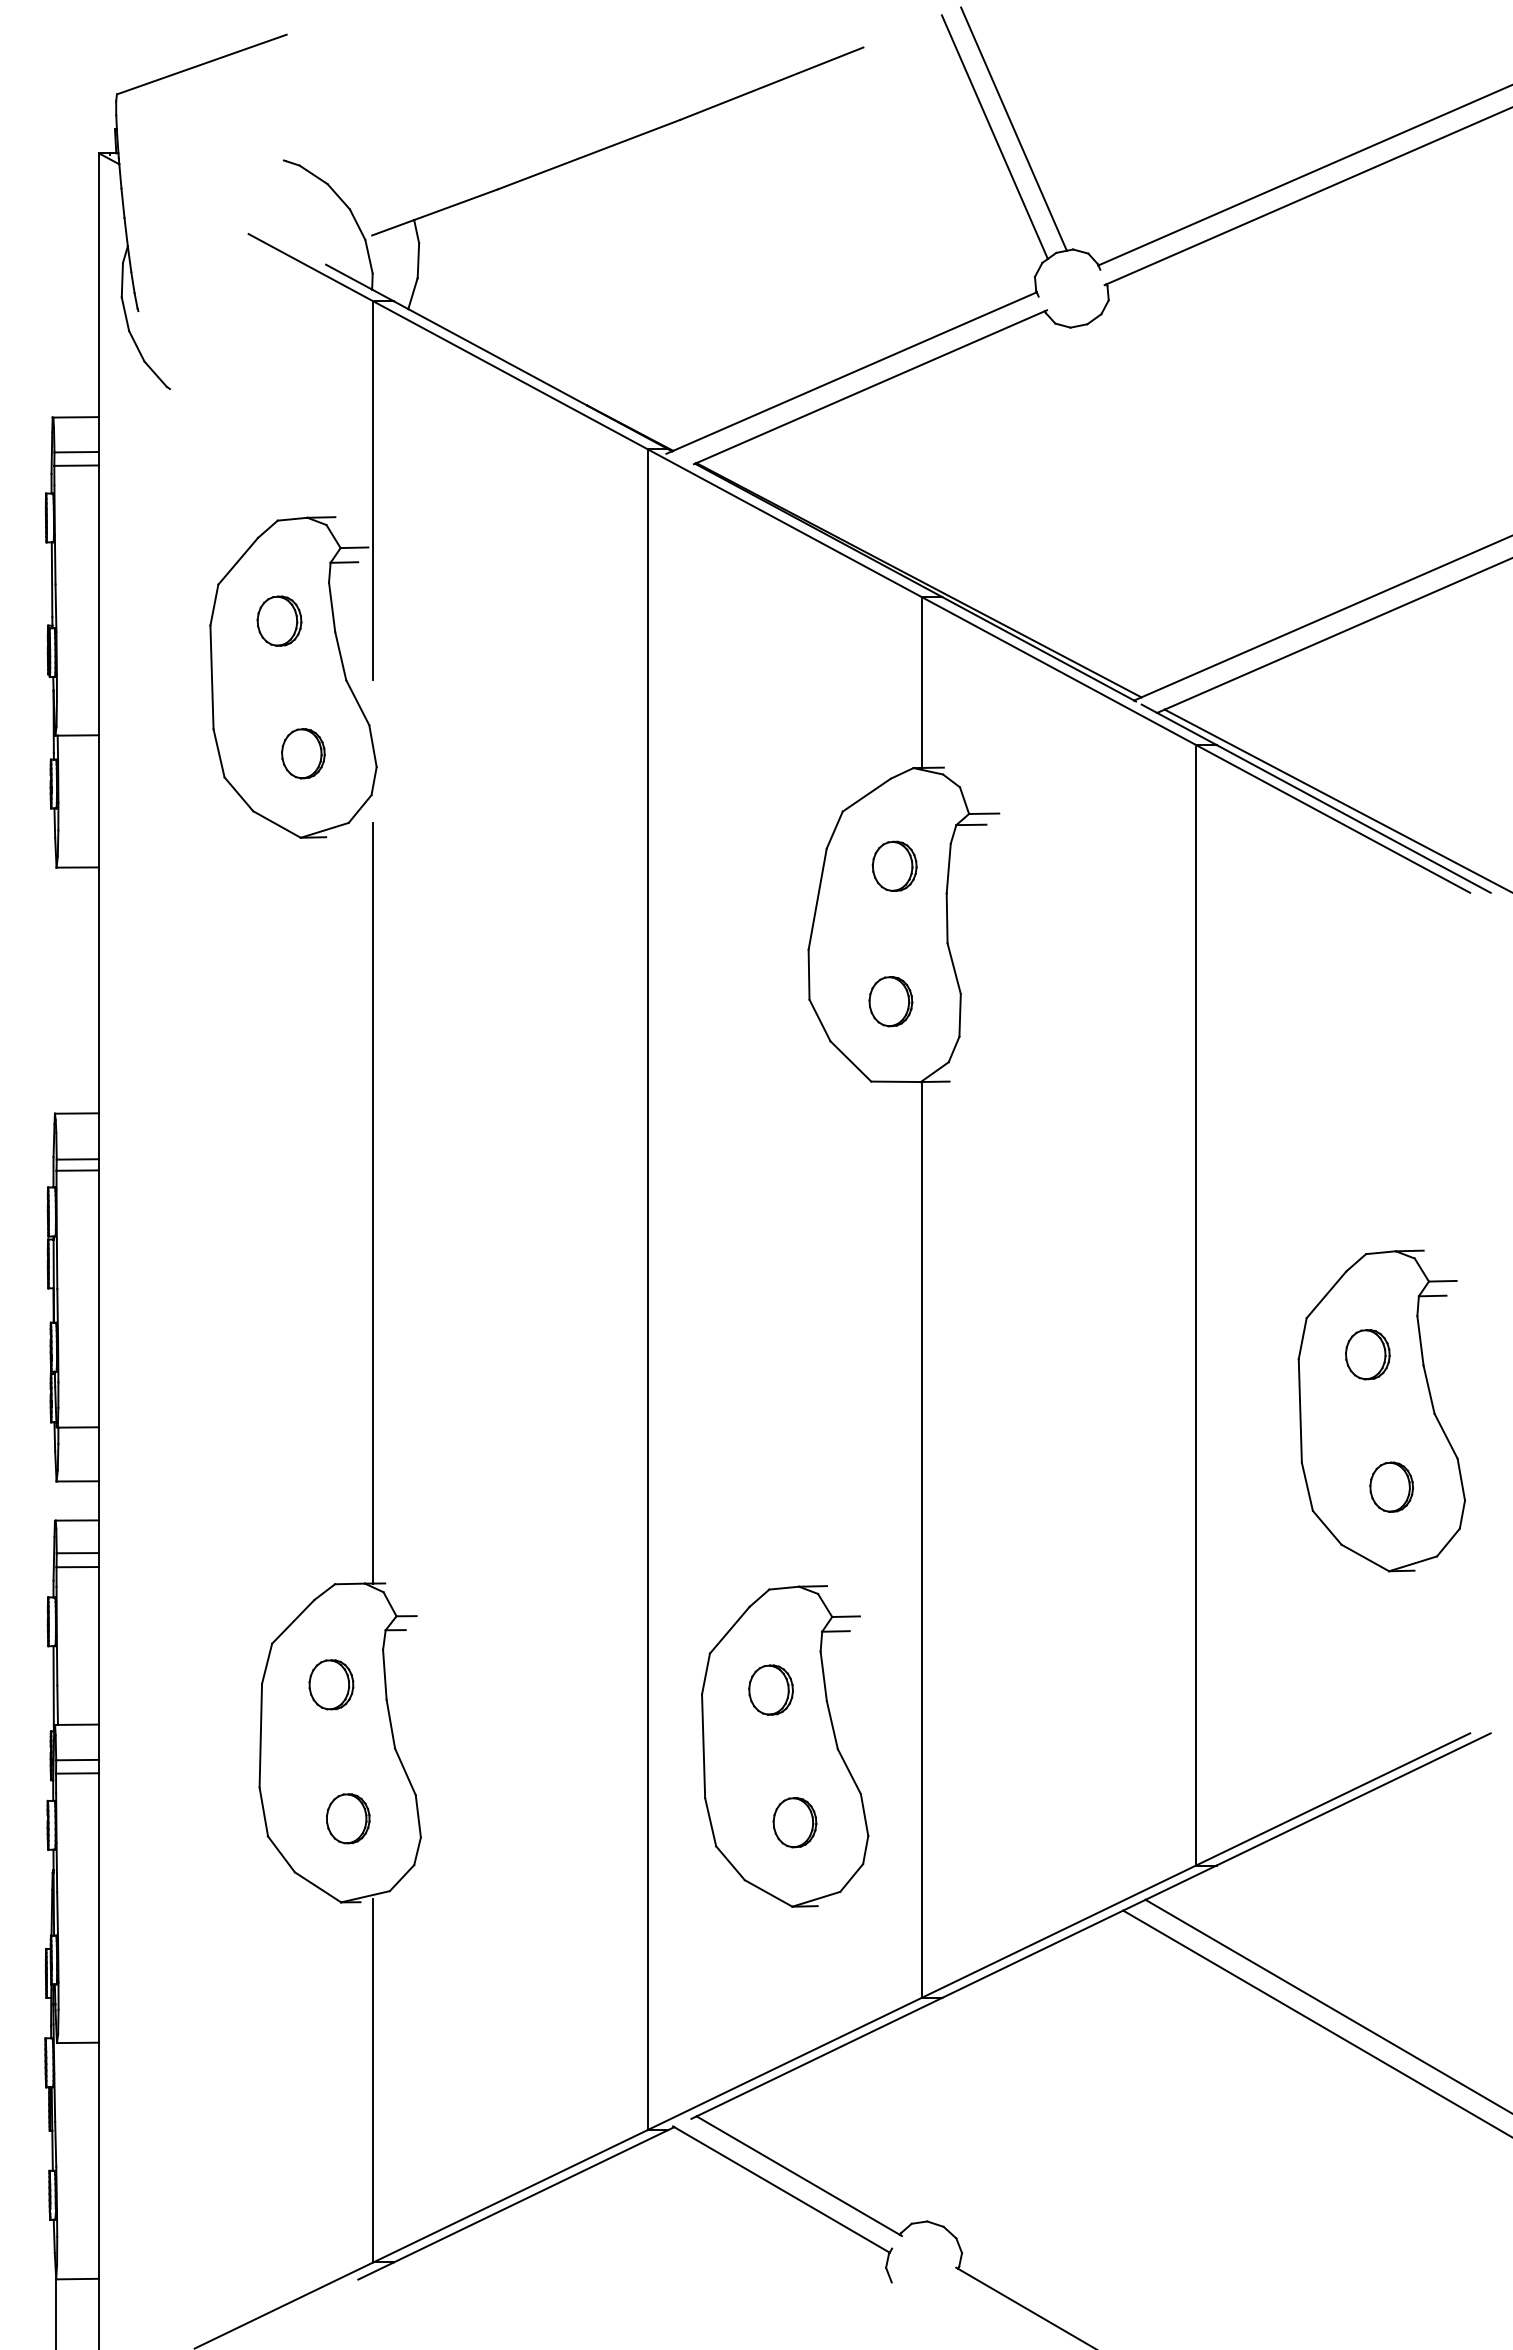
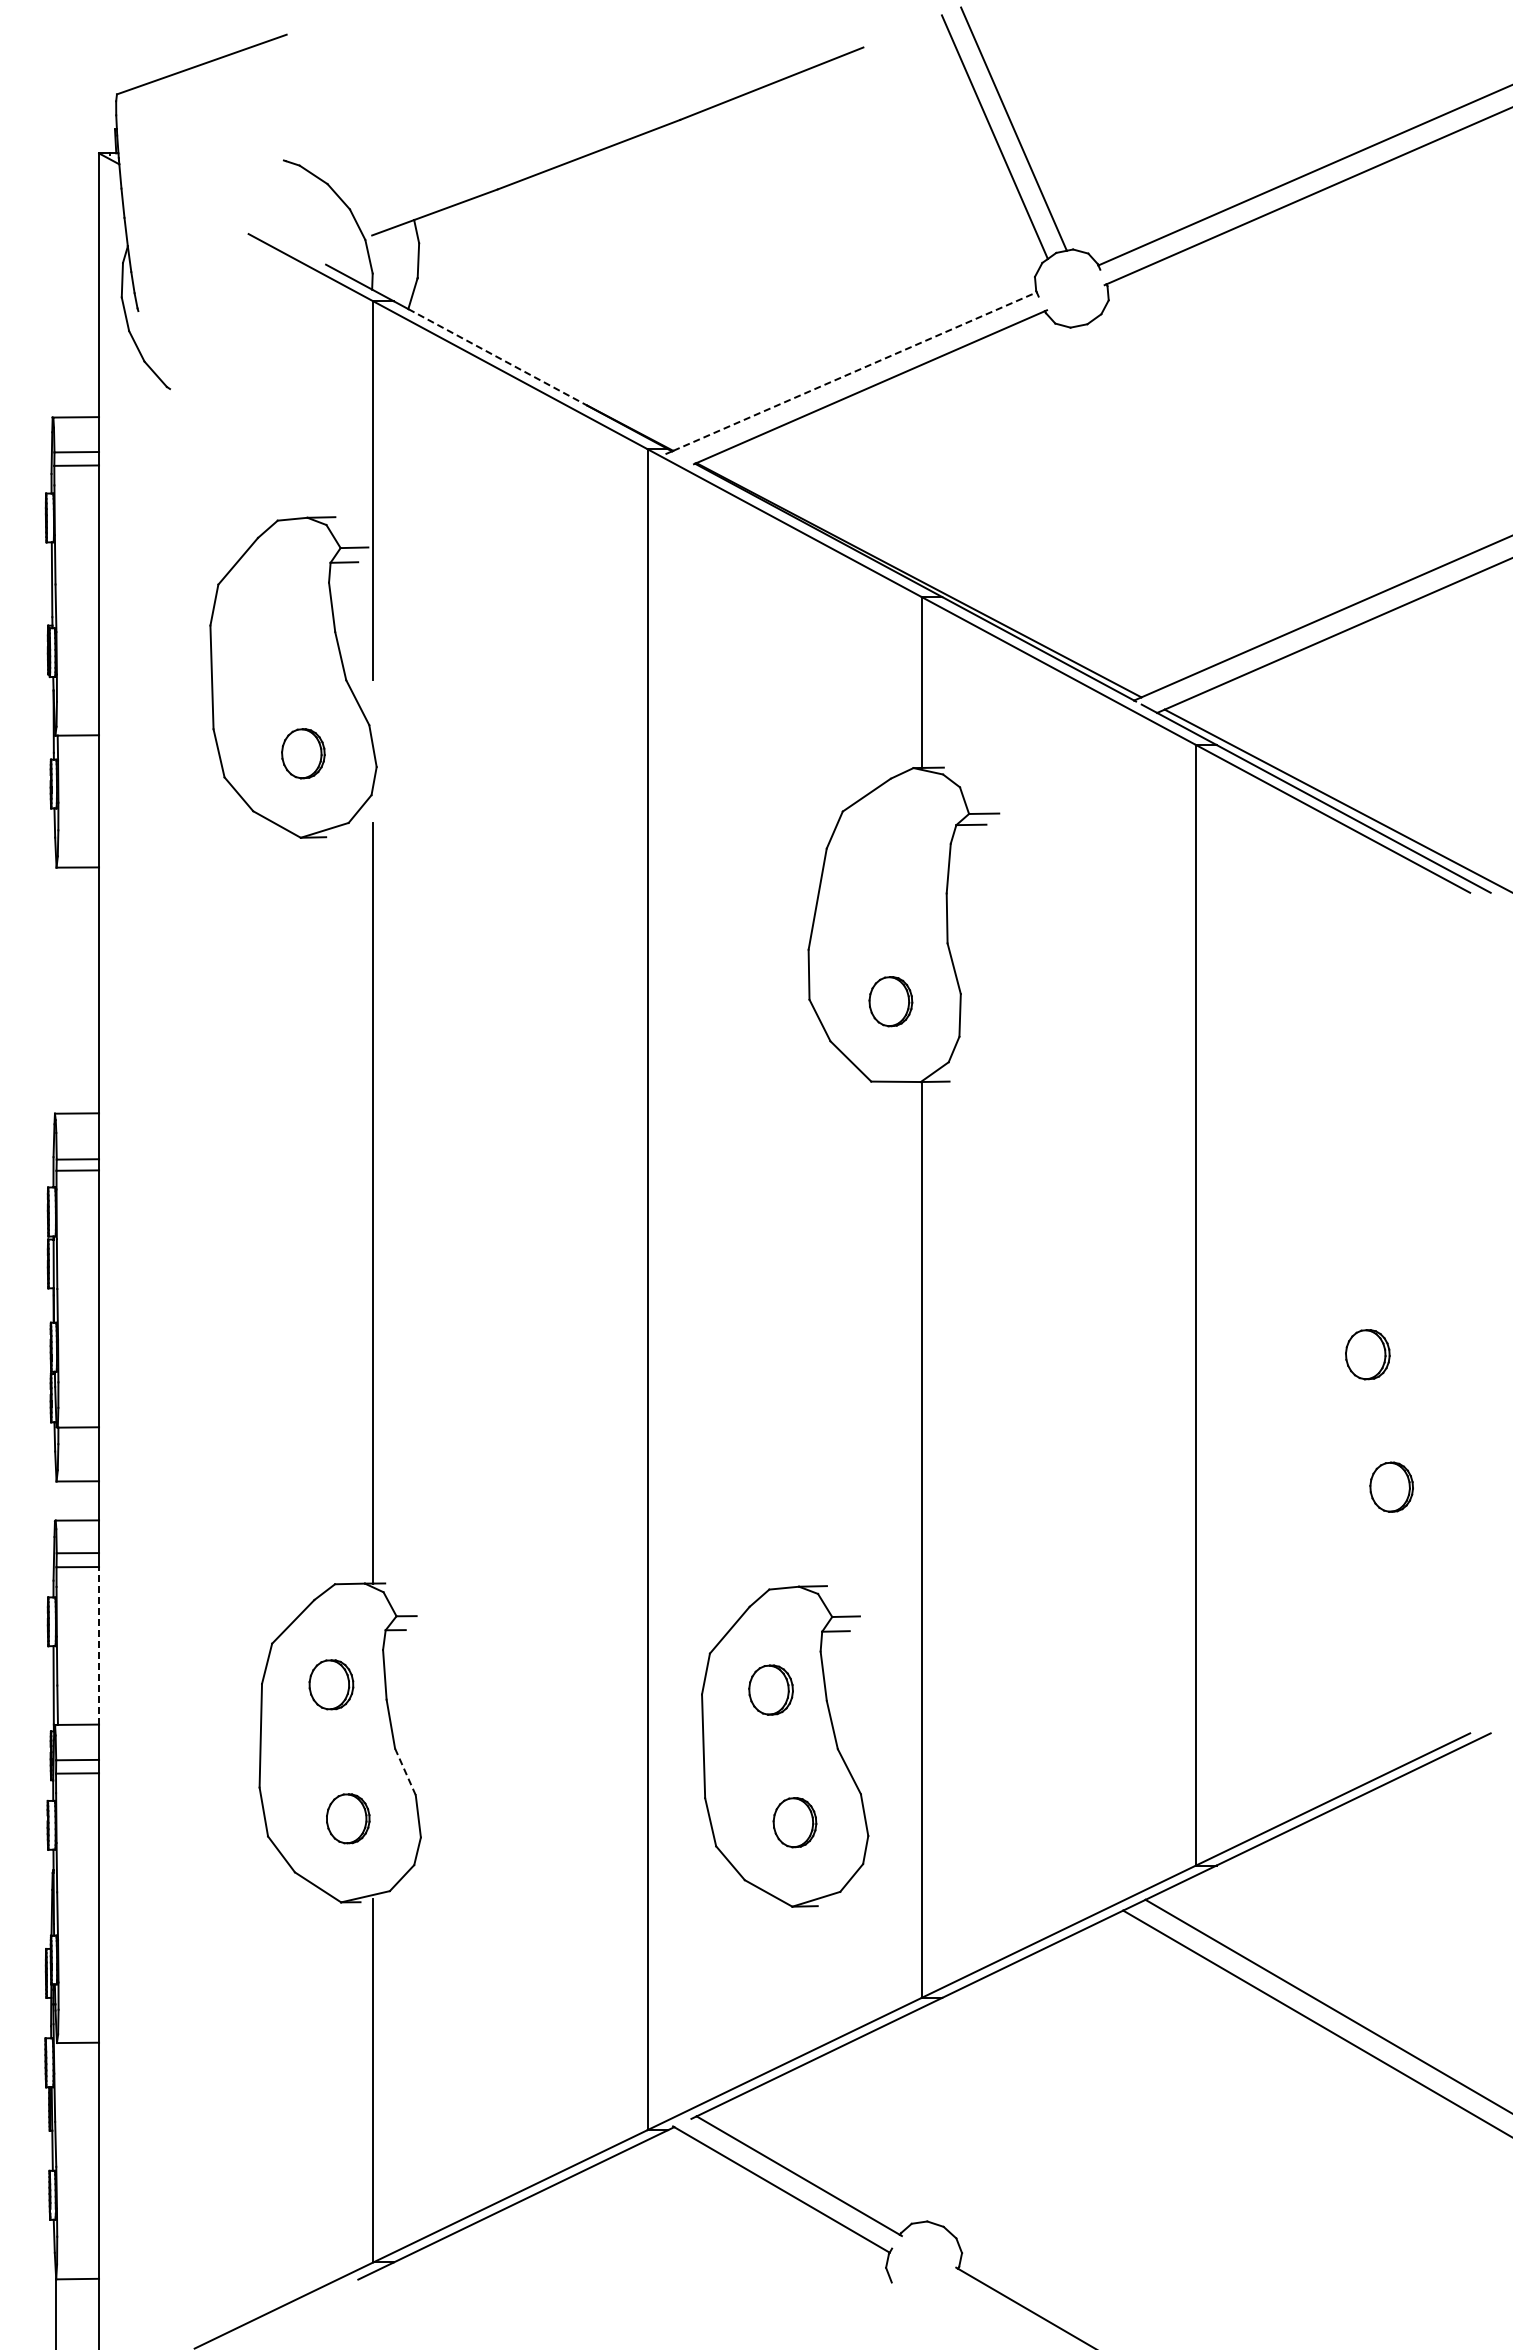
line at (497, 357): solid -> dashed
line at (855, 371): solid -> dashed
part at (279, 620): present -> none
part at (894, 865): present -> none
part at (1381, 1410): present -> none
line at (99, 1645): solid -> dashed
line at (405, 1771): solid -> dashed
